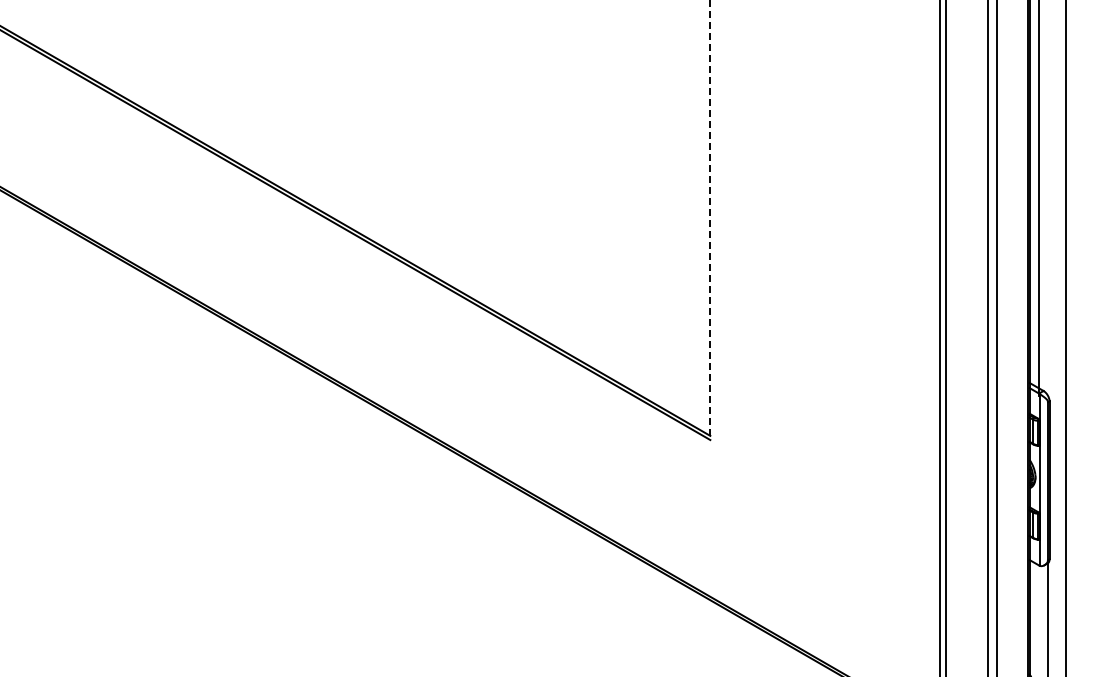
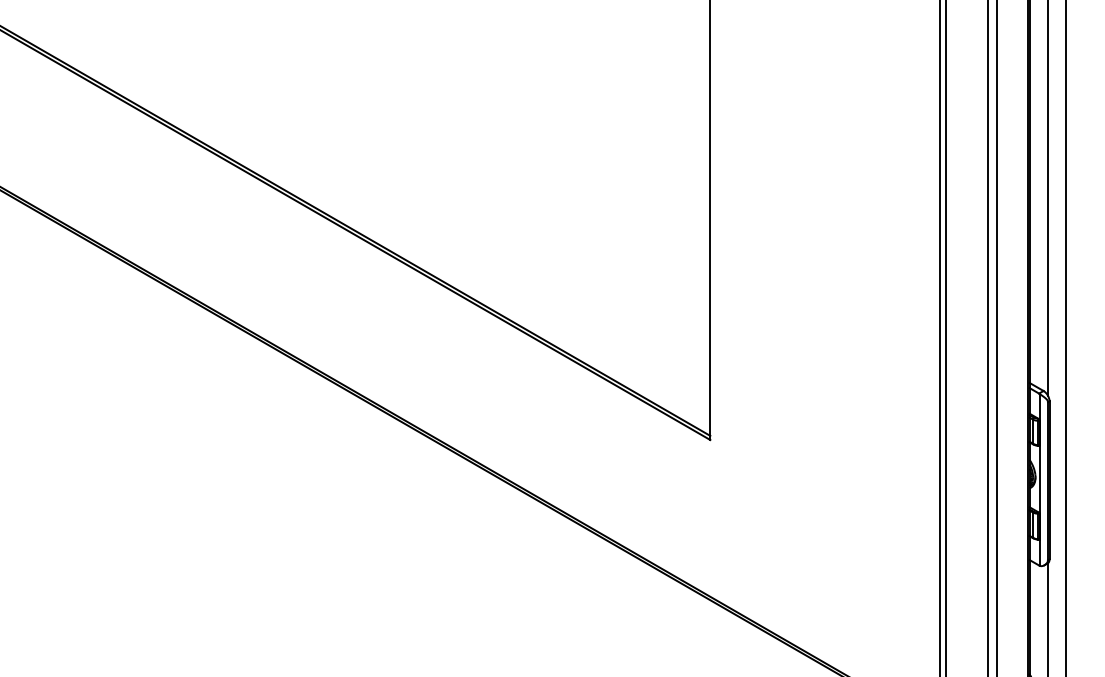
line at (1039, 198) position: (1039, 198) -> (1048, 198)
line at (710, 220): dashed -> solid
